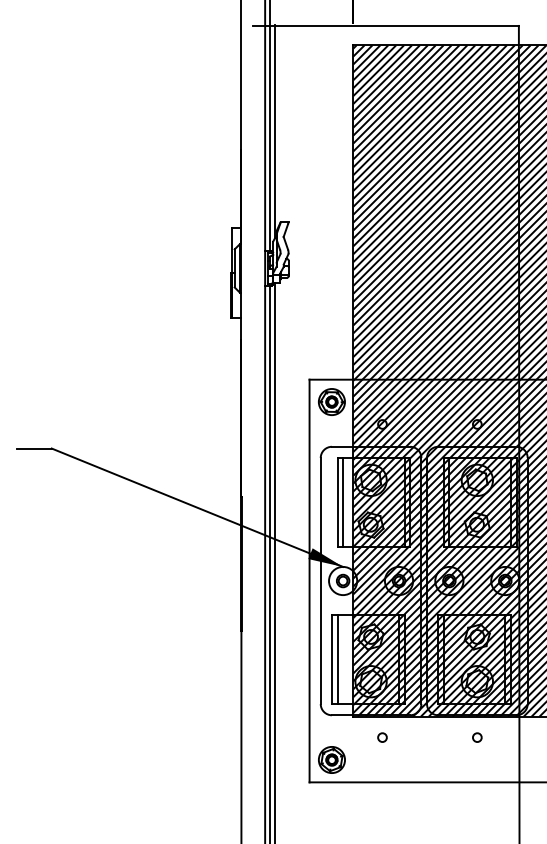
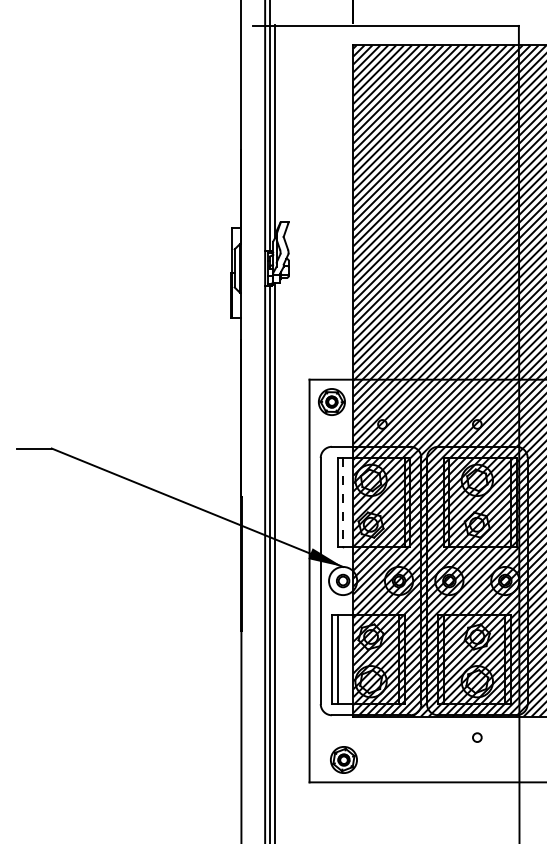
line at (343, 502): solid -> dashed
circle at (382, 737): present -> none
part at (331, 759) position: (331, 759) -> (343, 759)
